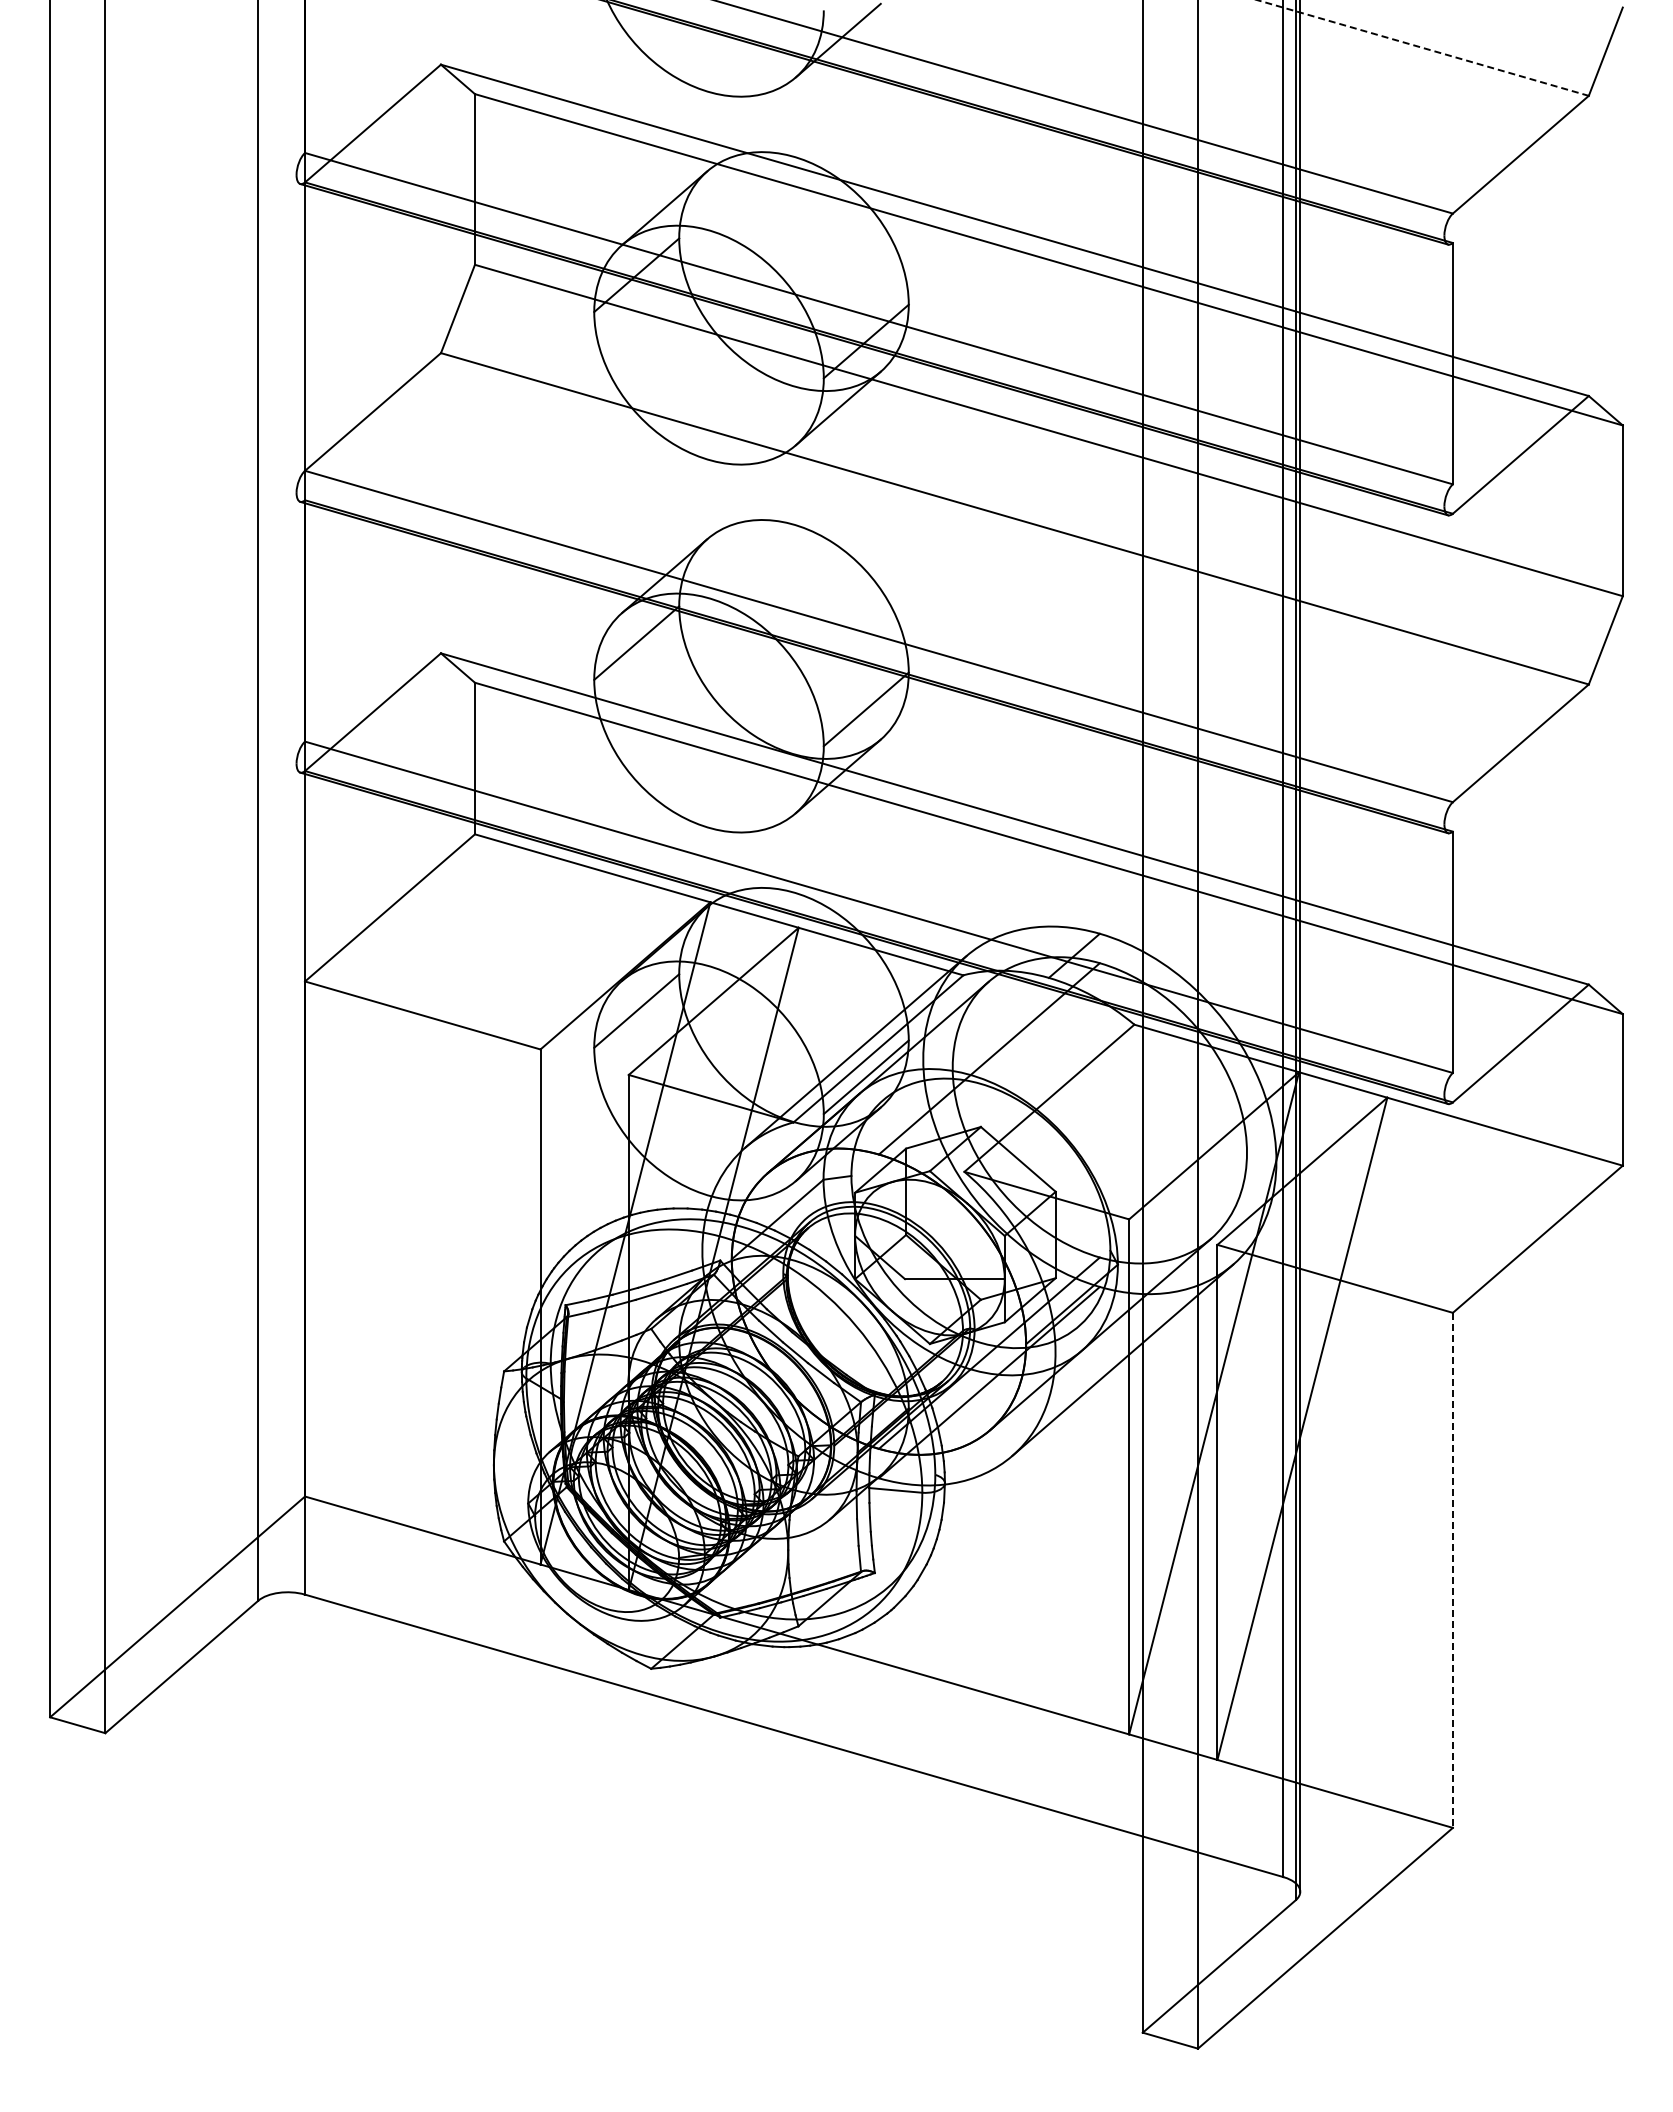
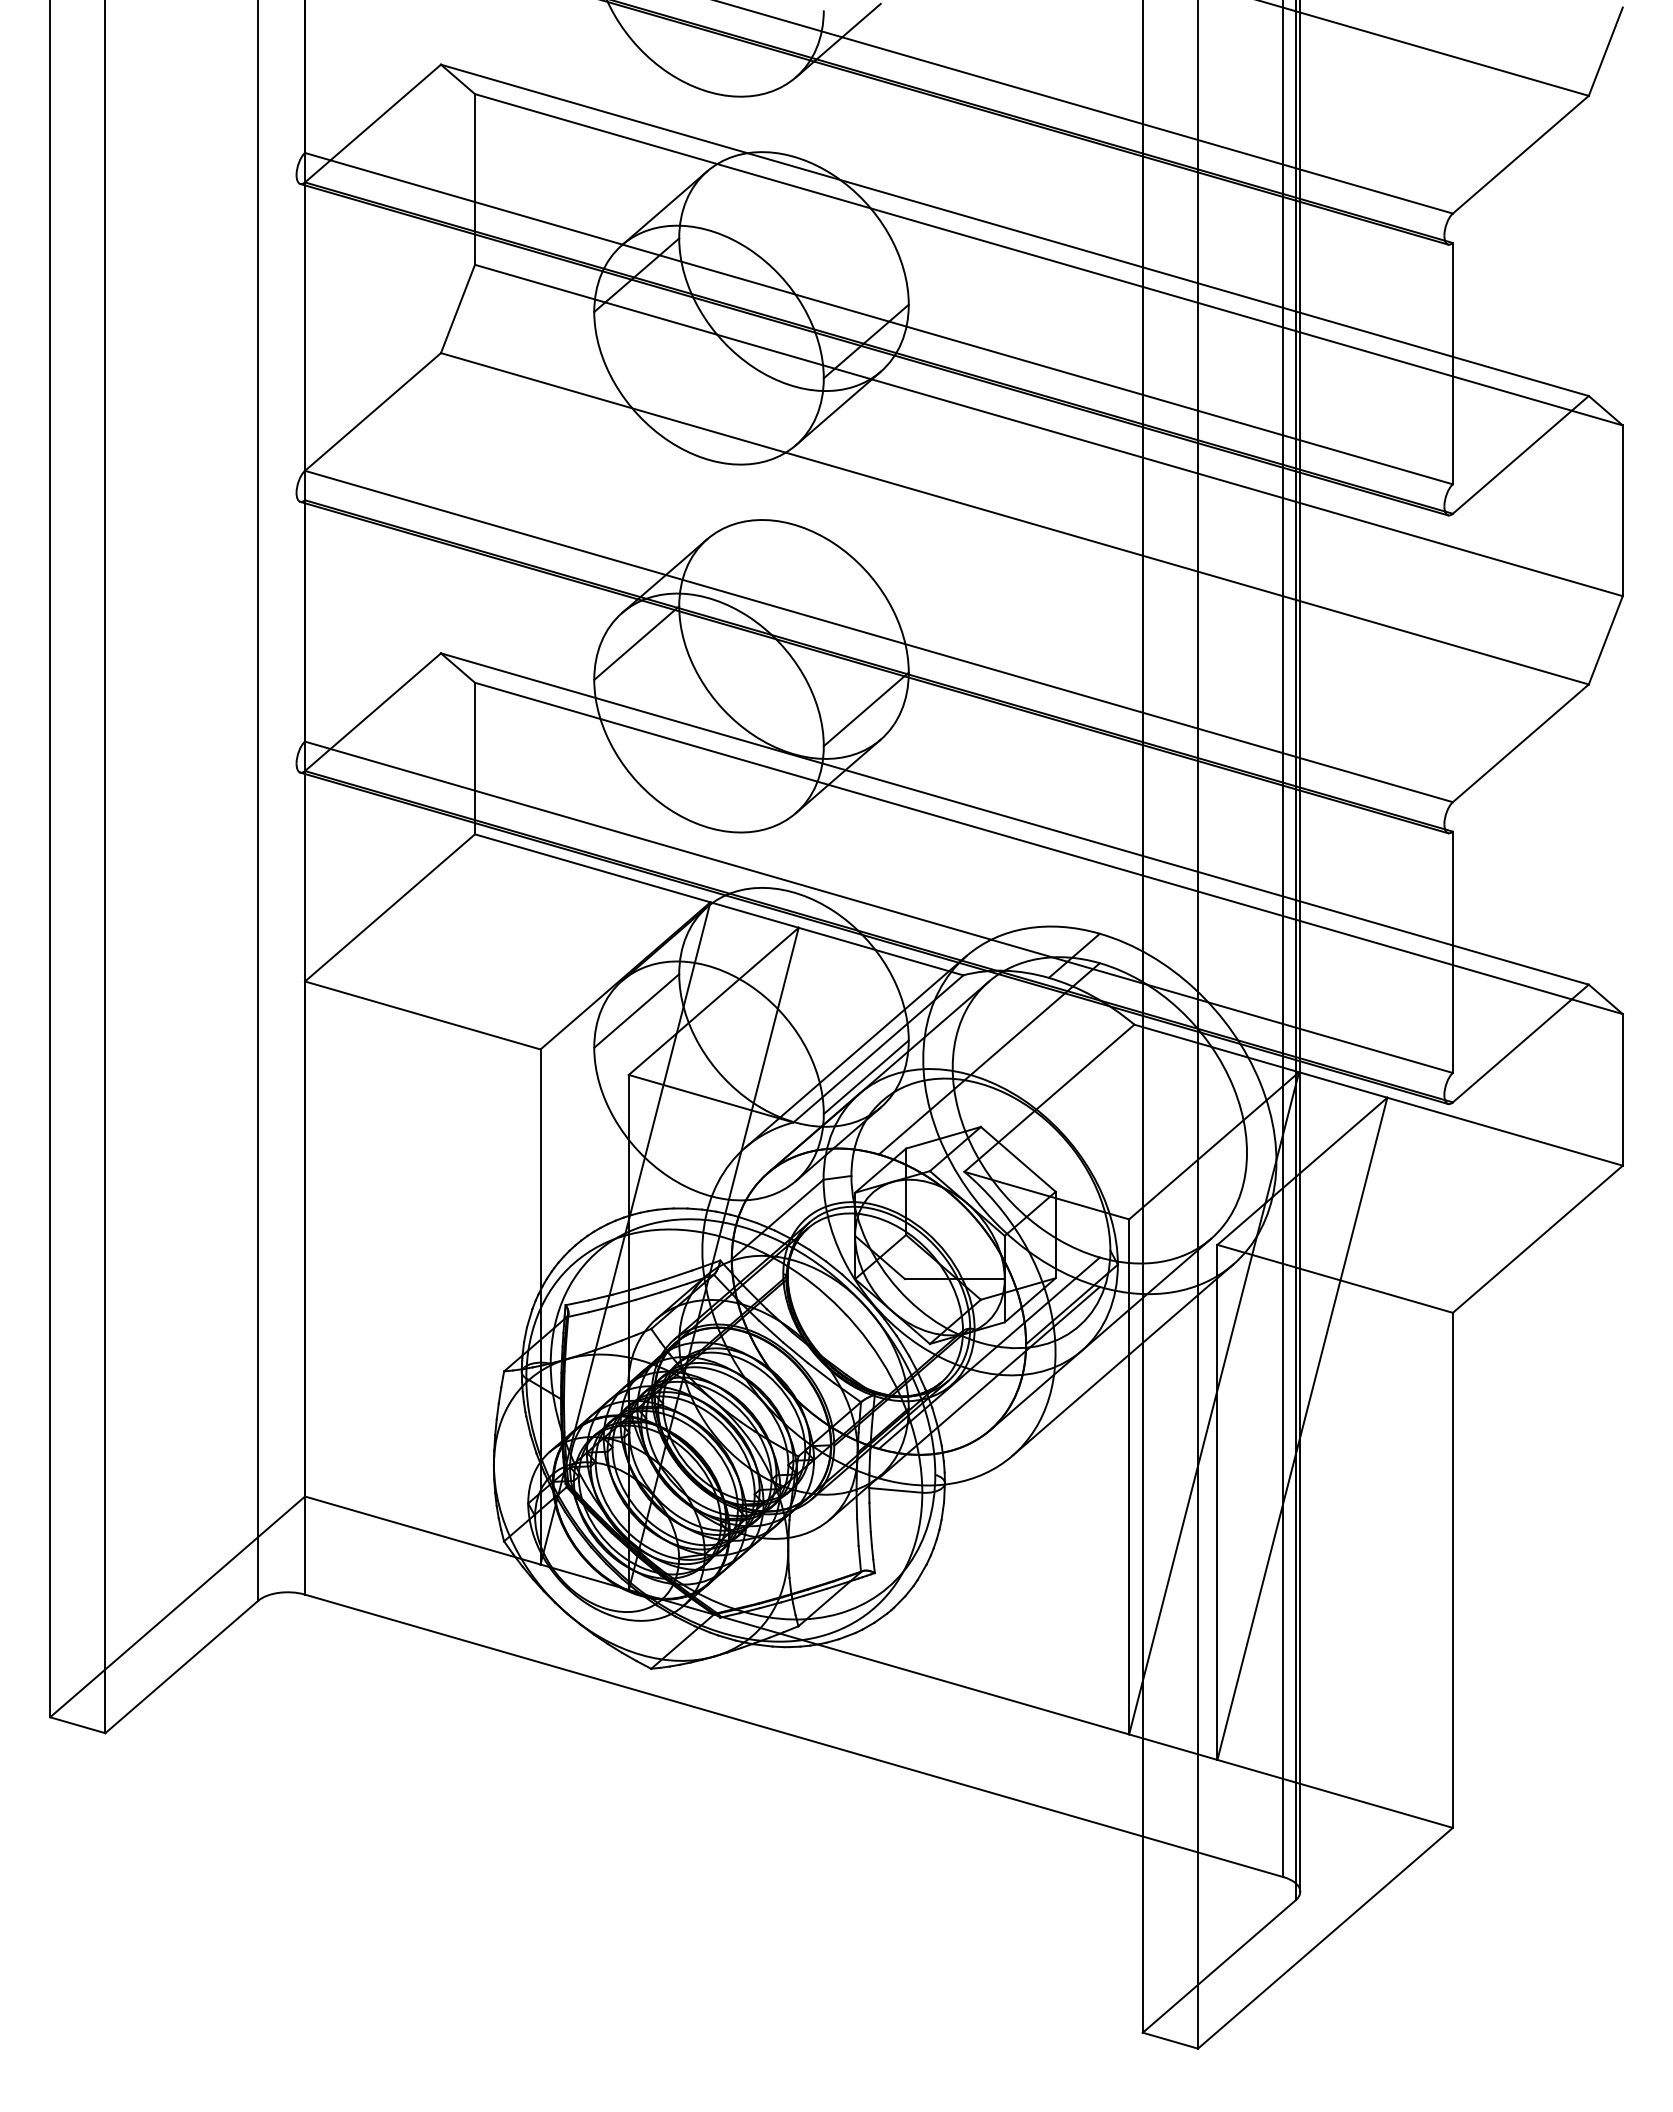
line at (1423, 48): dashed -> solid
line at (1452, 1570): dashed -> solid
